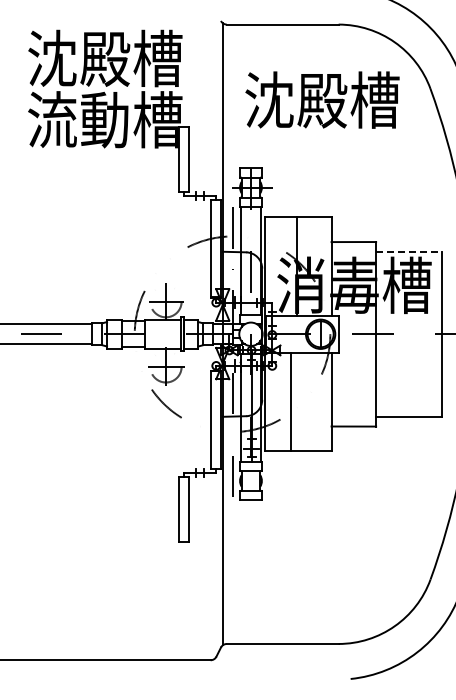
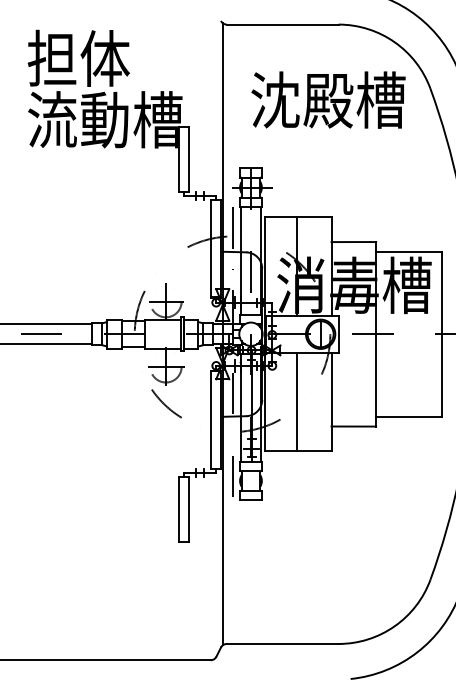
text at (104, 58): 沈殿槽 -> 担体
text at (322, 99) position: (322, 99) -> (328, 99)
line at (409, 251): dashed -> solid
line at (290, 402) position: (290, 402) -> (296, 402)
